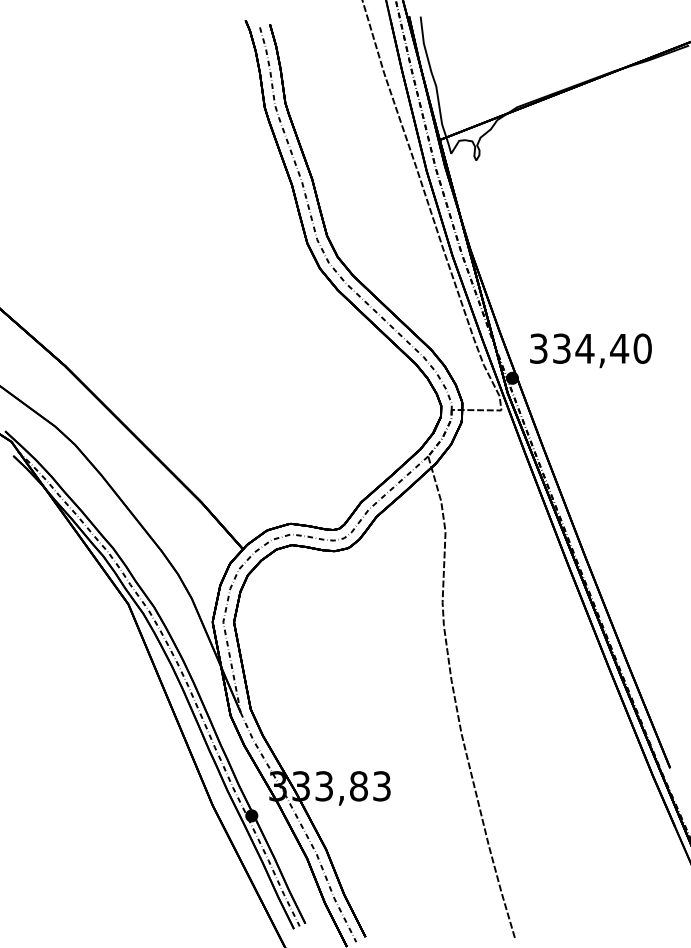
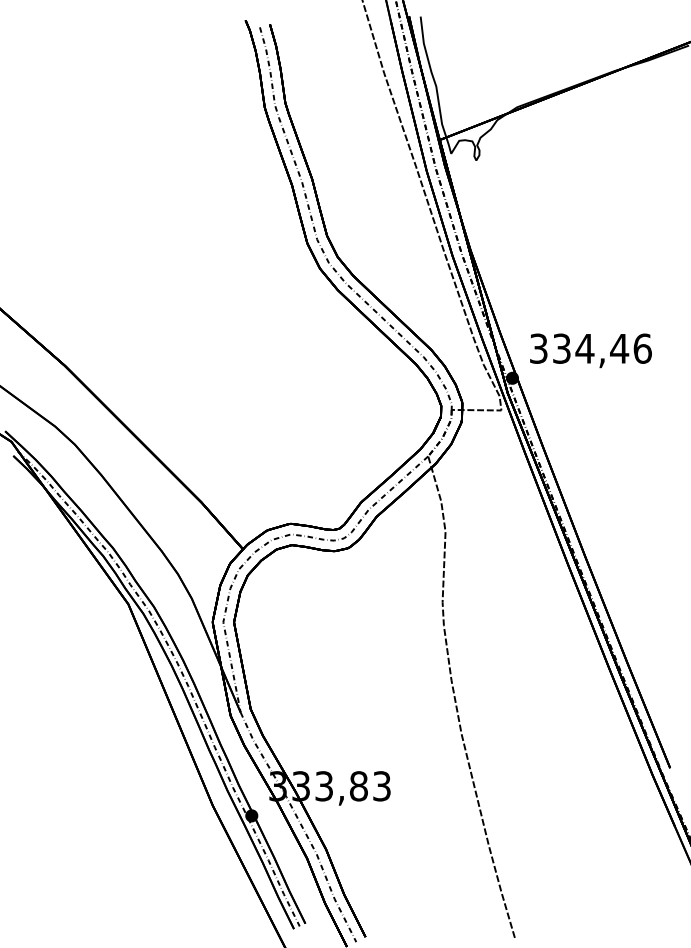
text at (642, 348): 334,40 -> 334,46
